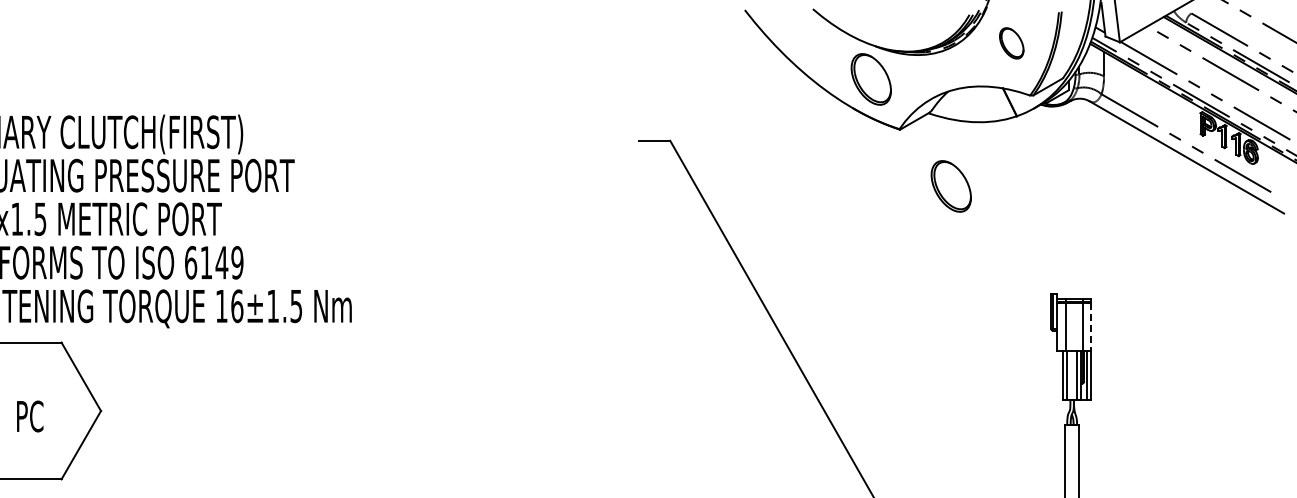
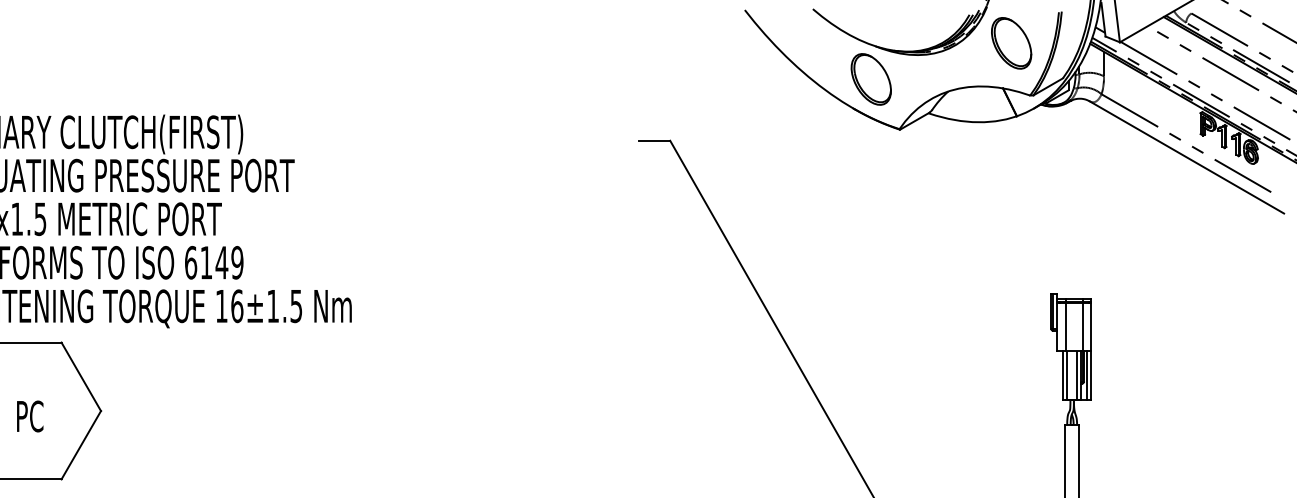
part at (1011, 43) size: 26x33 px -> 42x53 px
part at (950, 186): present -> none
line at (1091, 327): dashed -> solid
